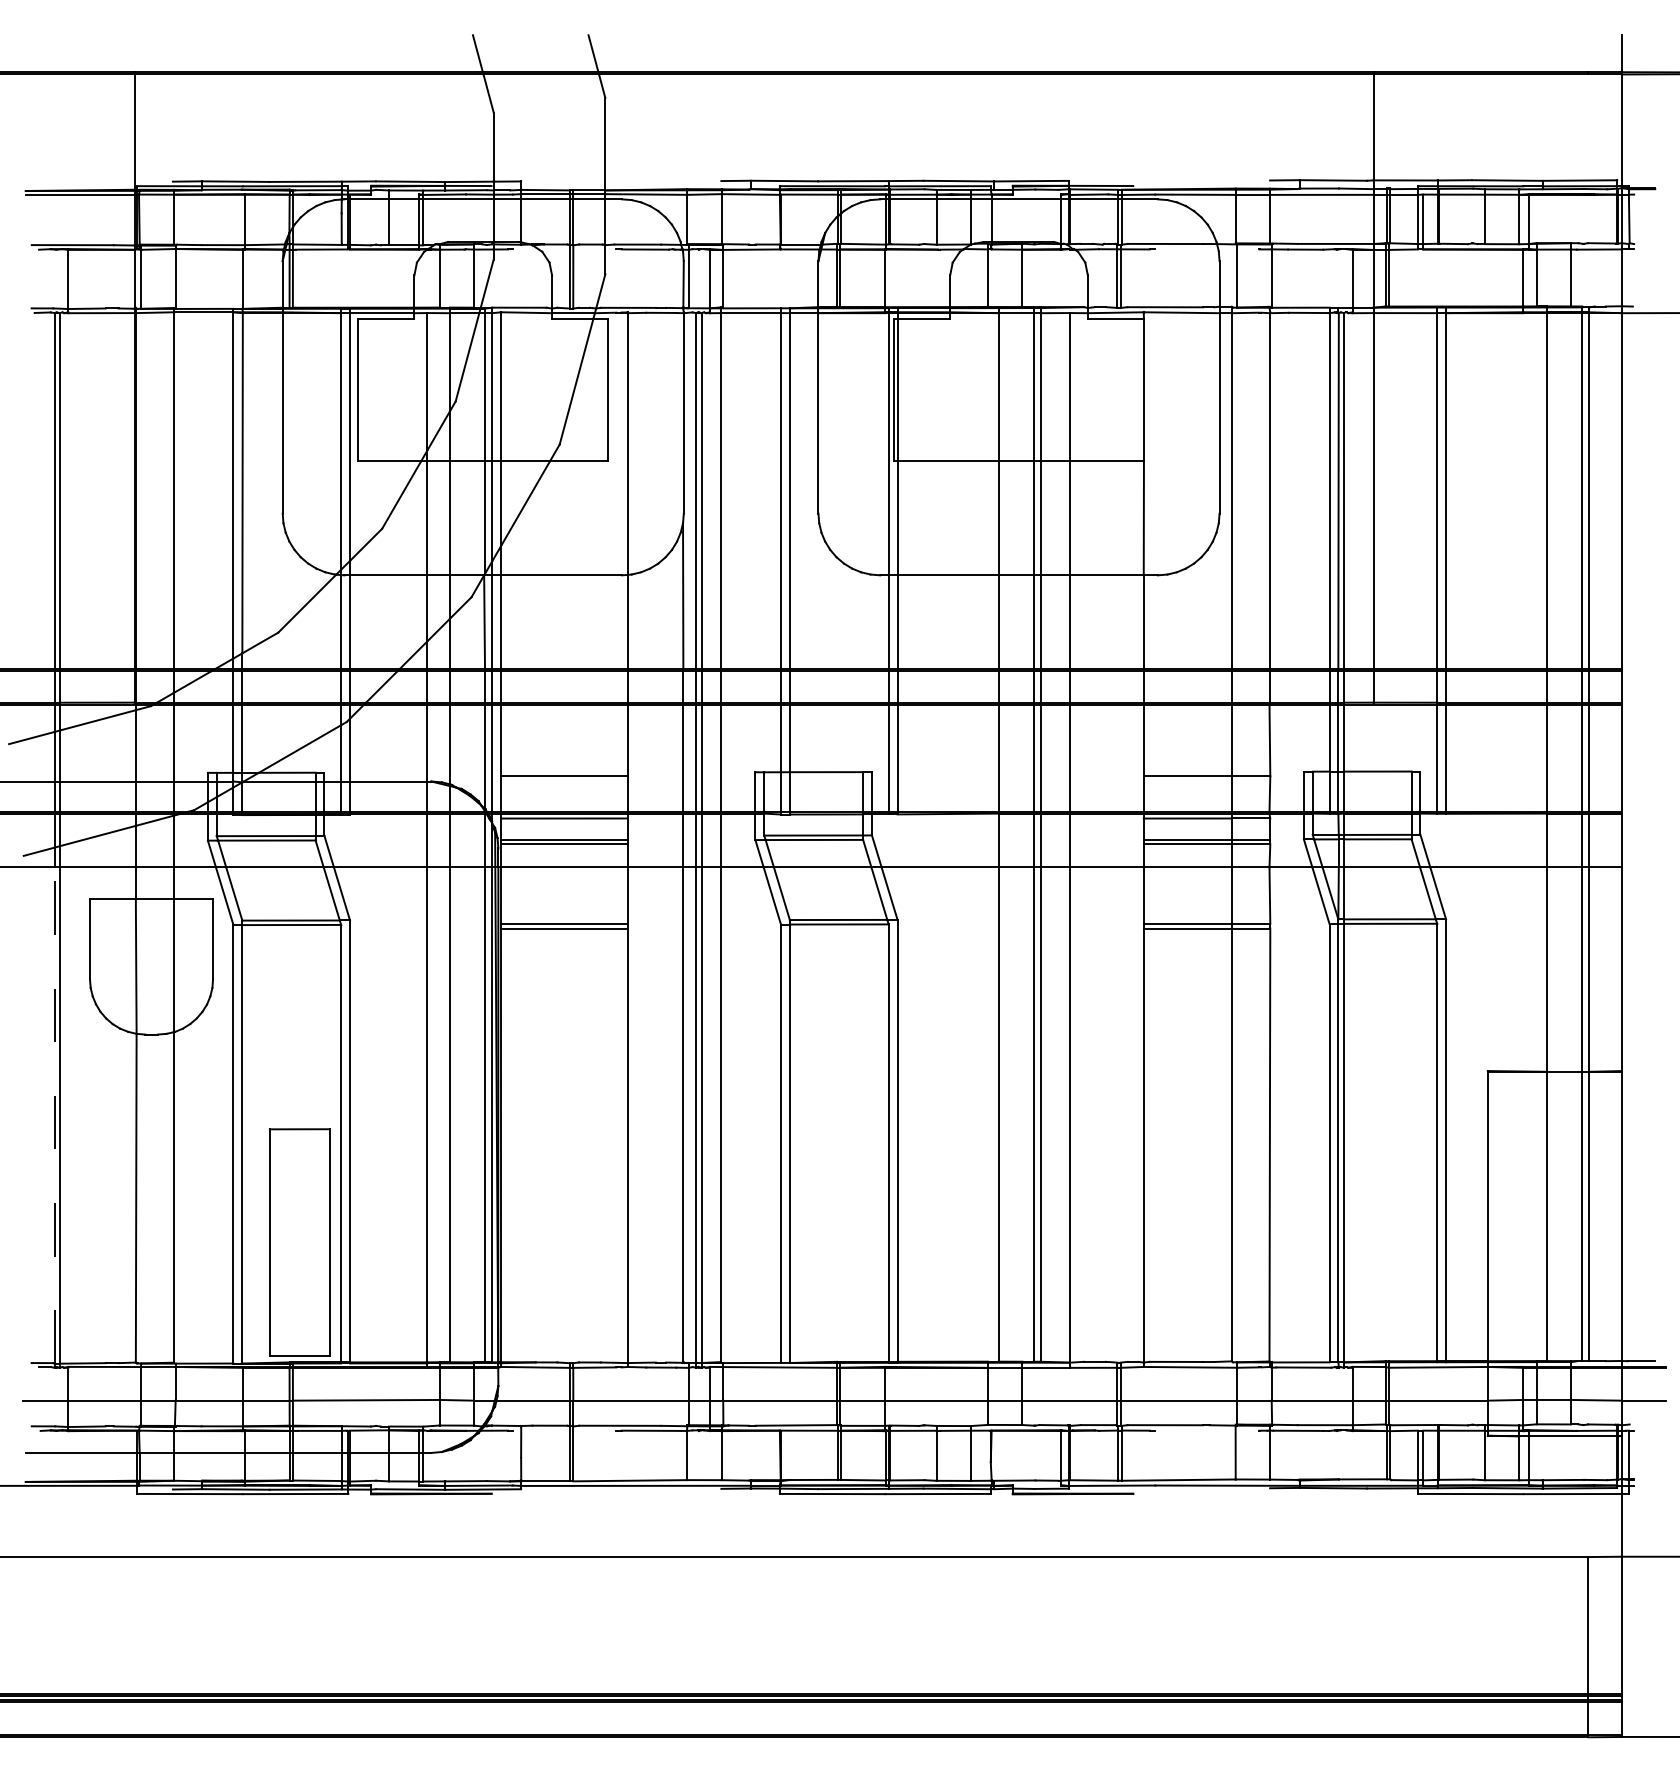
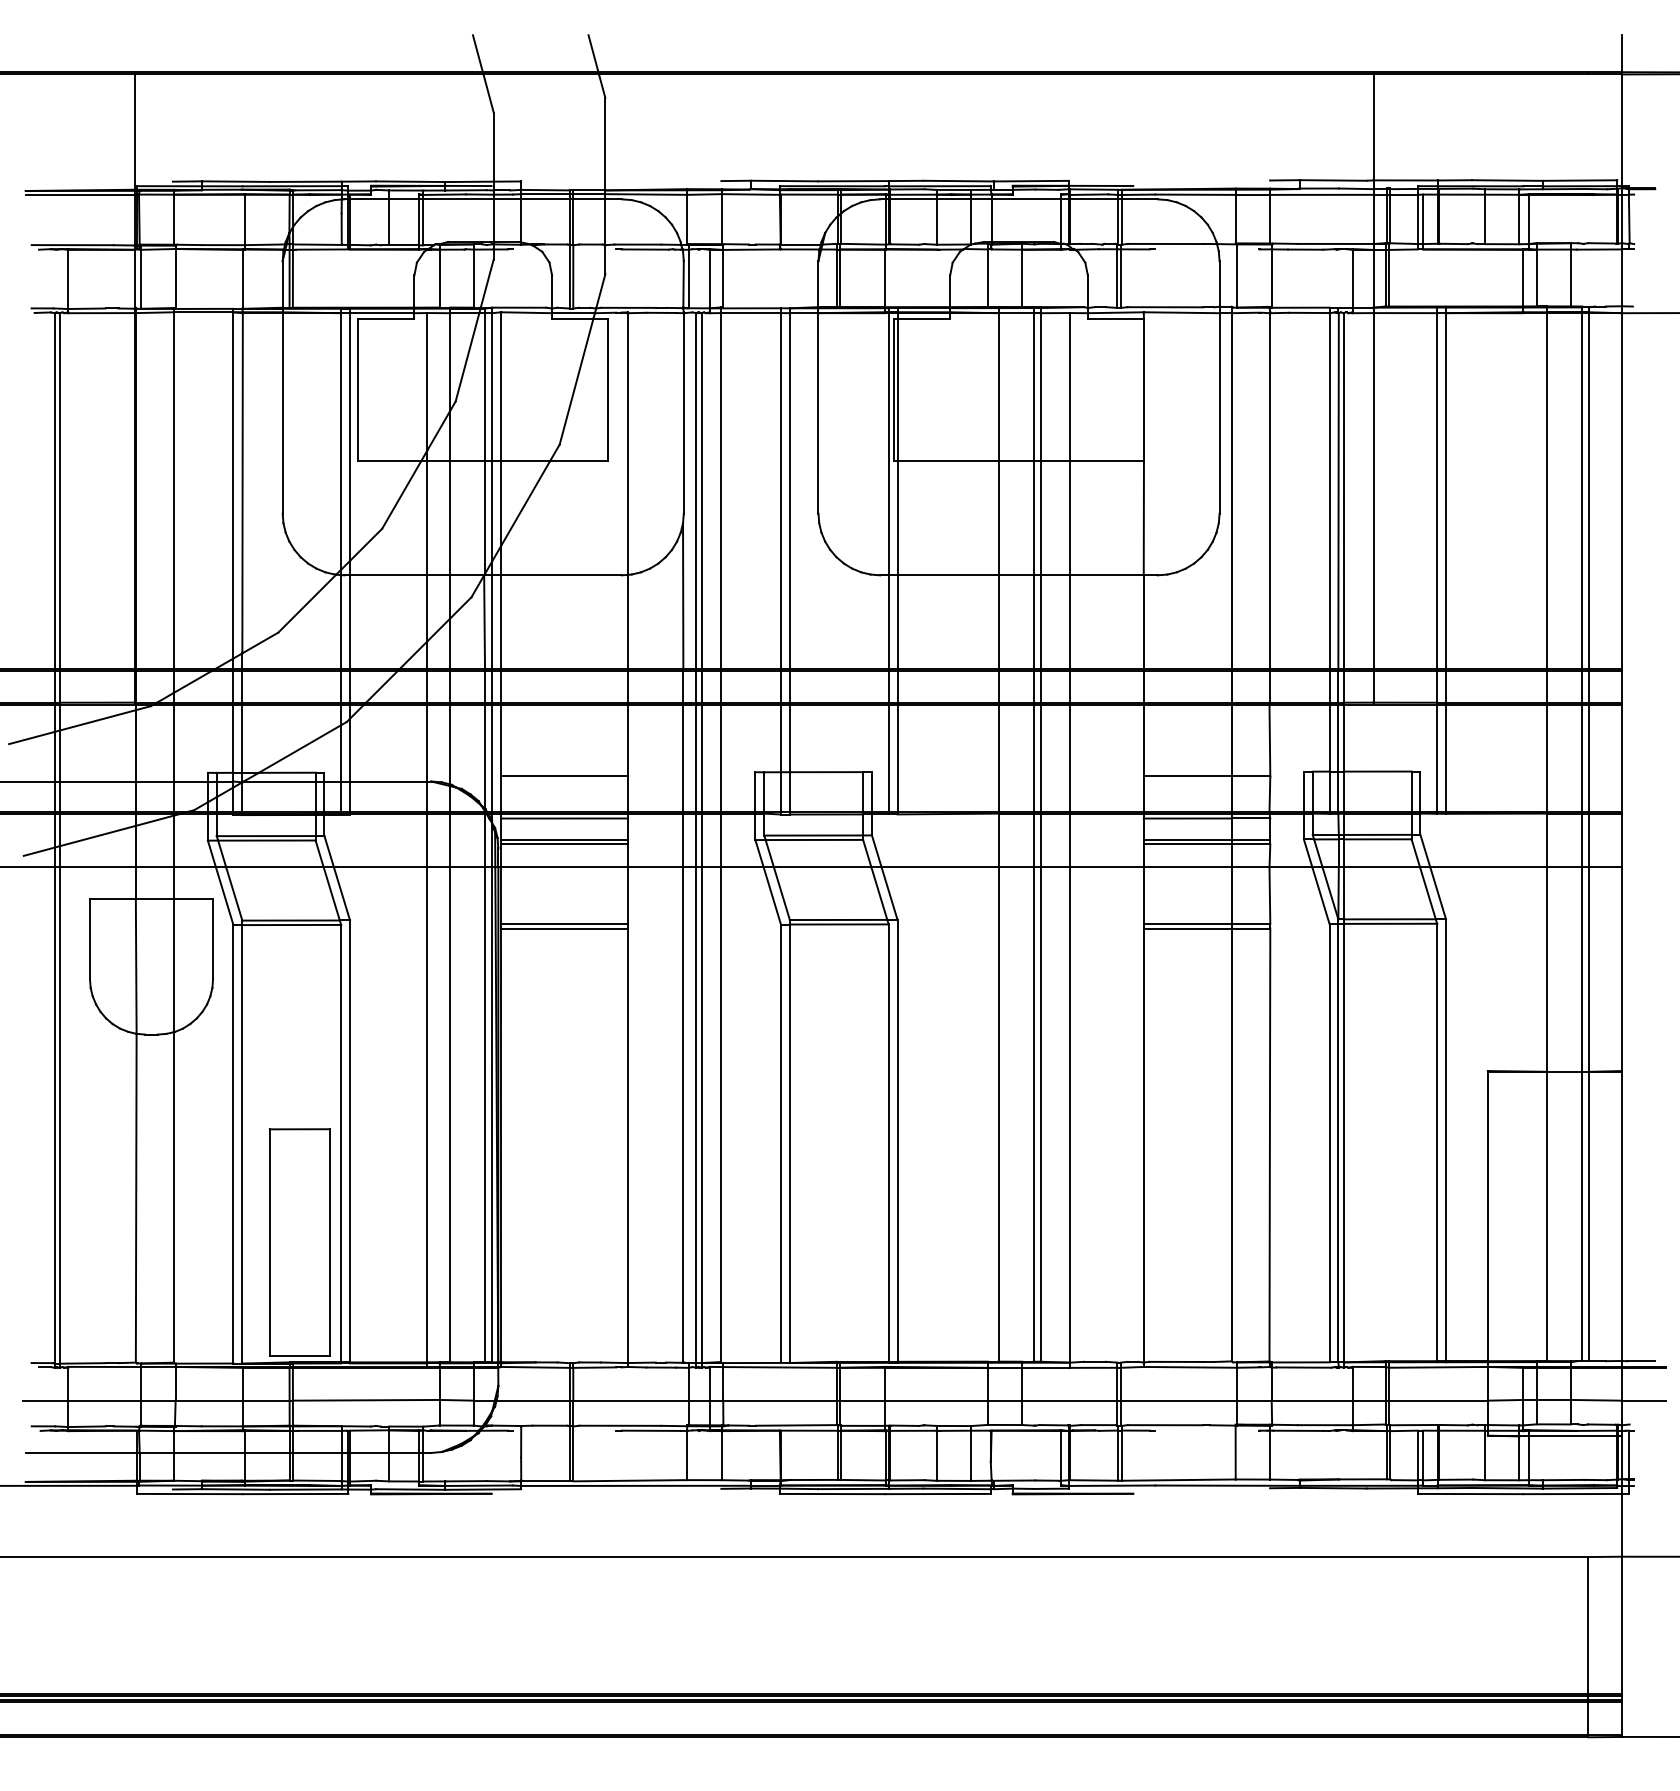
line at (54, 1114): dashed -> solid
